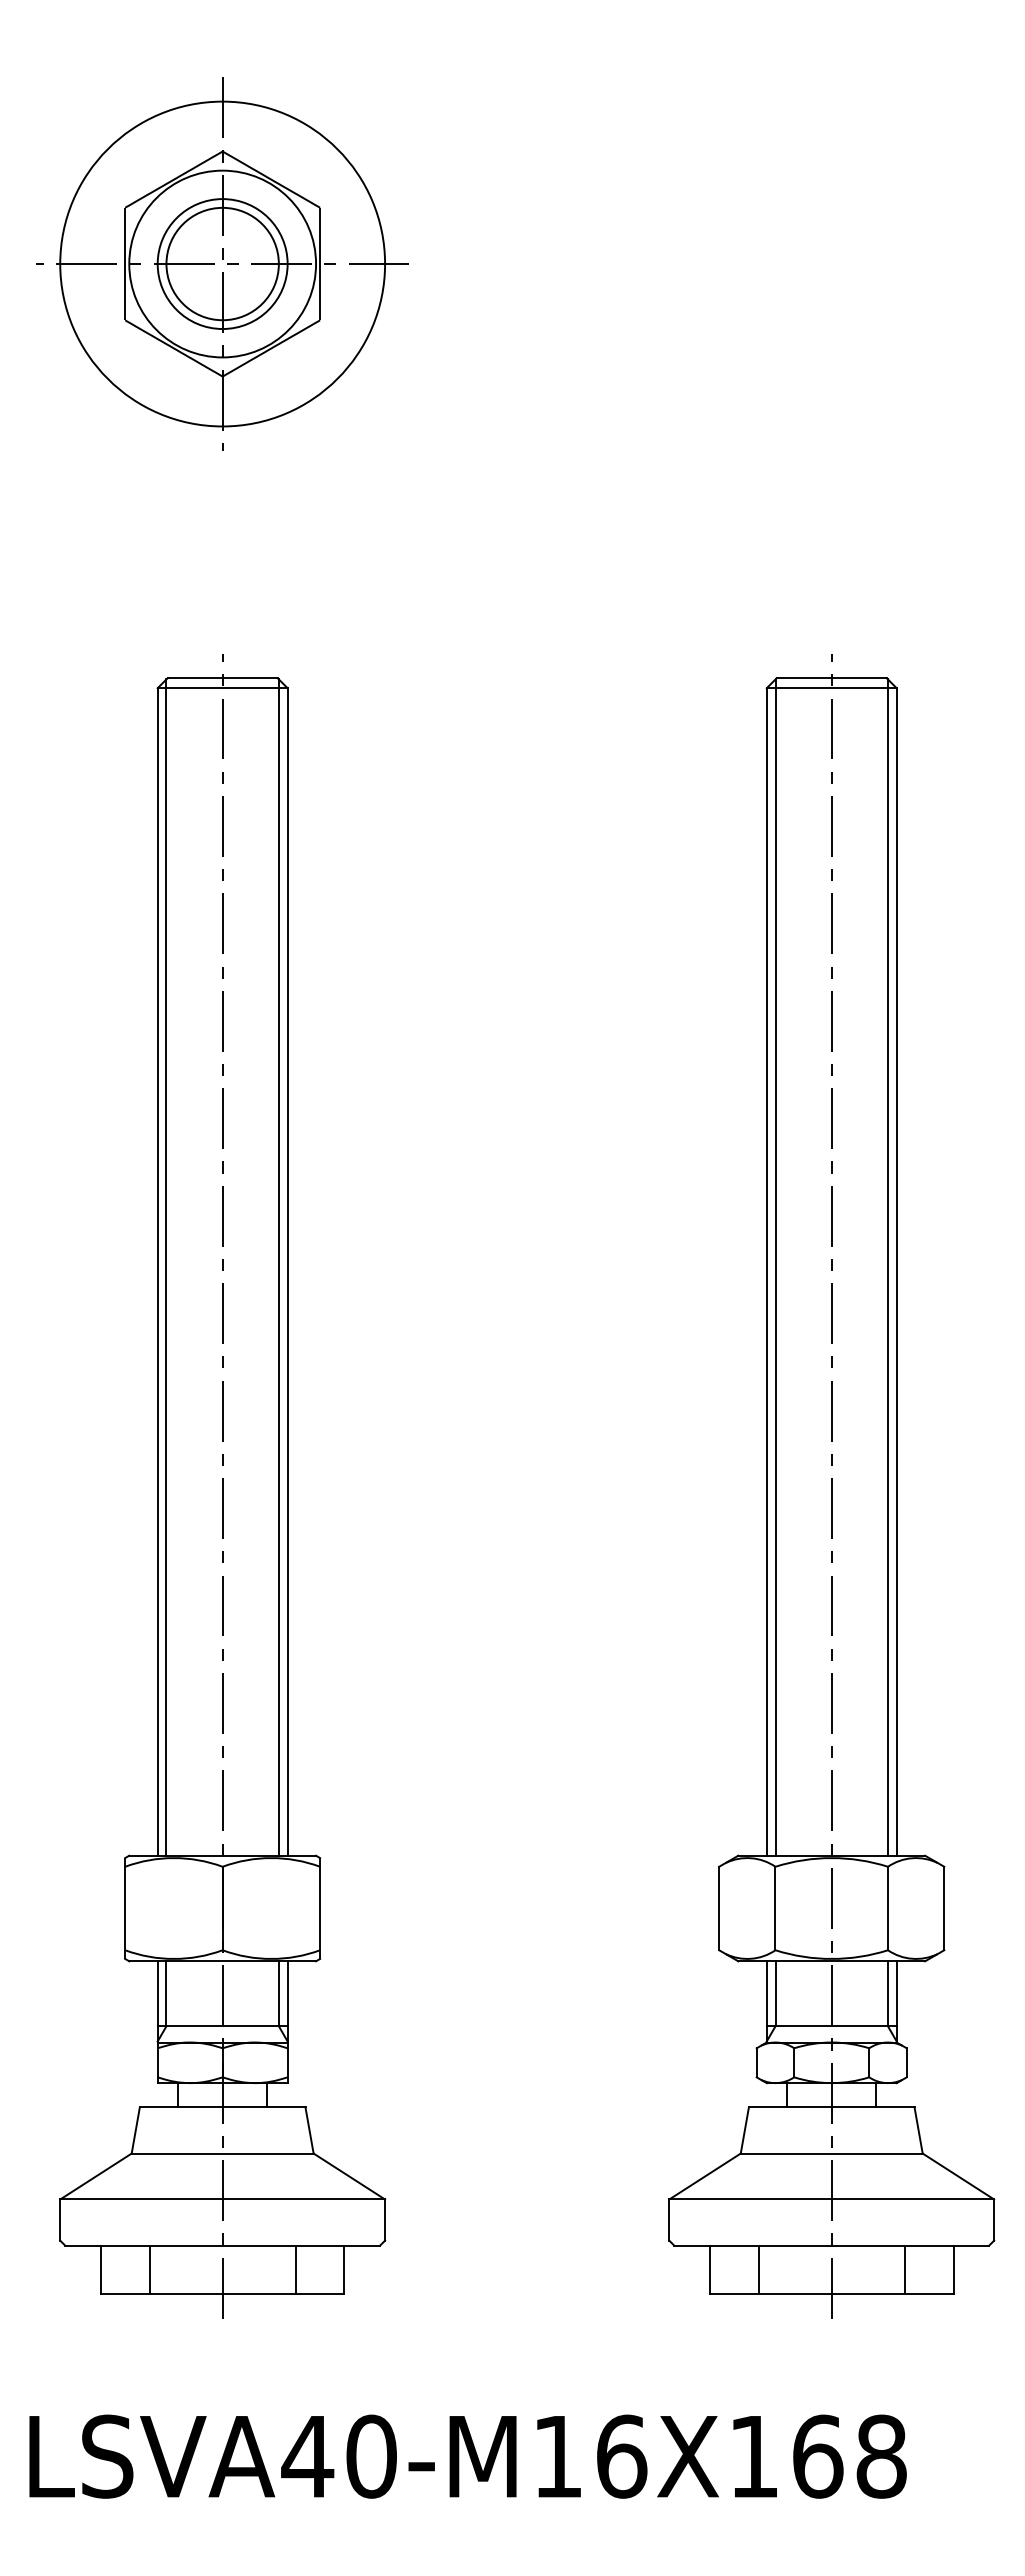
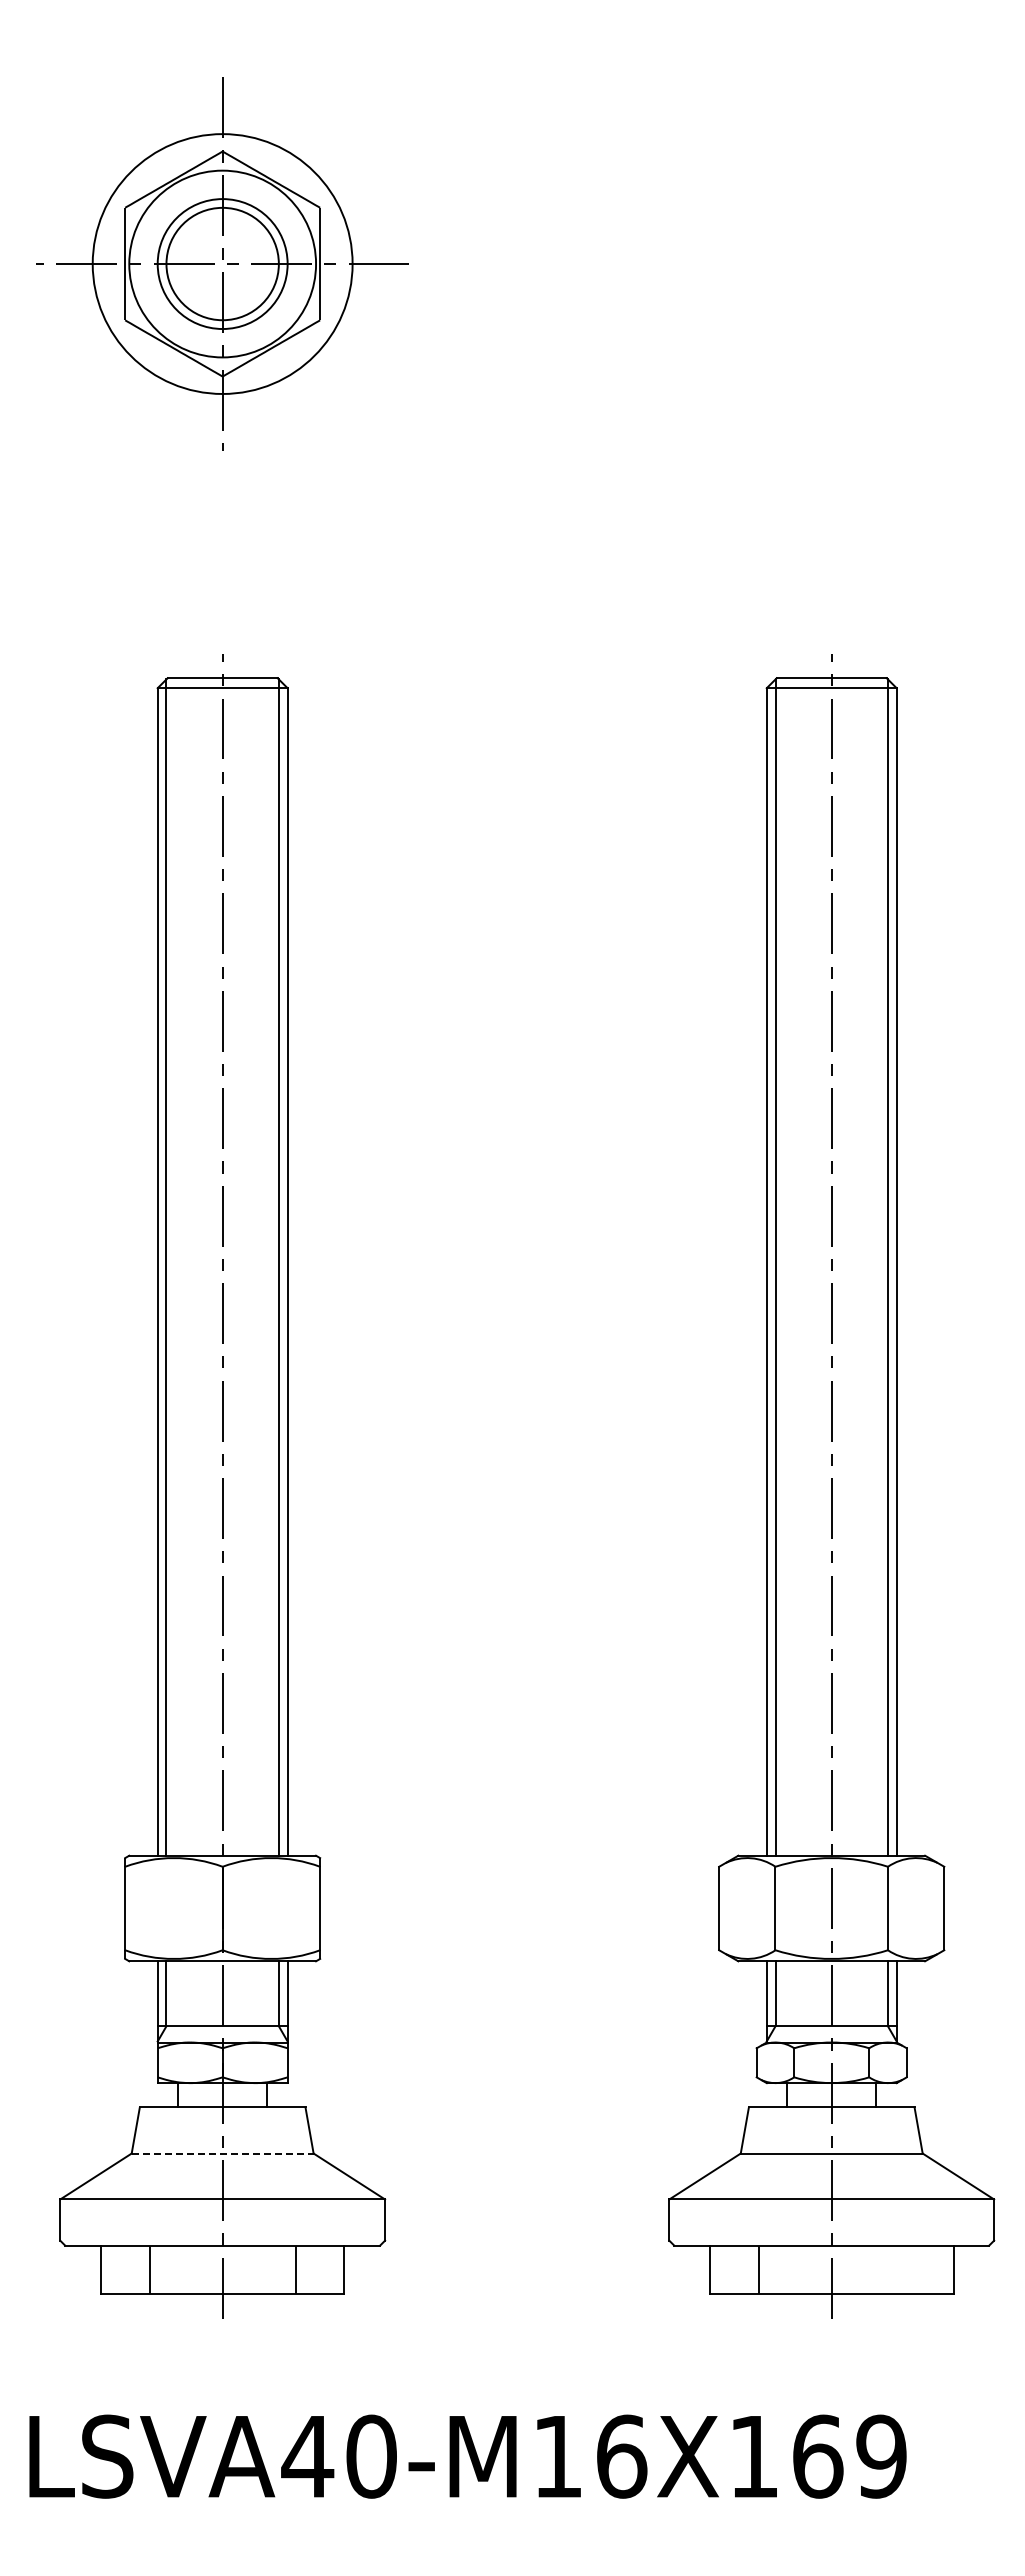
circle at (222, 263) diameter: 325 px -> 260 px
line at (222, 2153): solid -> dashed
line at (904, 2269): present -> none
text at (881, 2456): LSVA40-M16X168 -> LSVA40-M16X169
